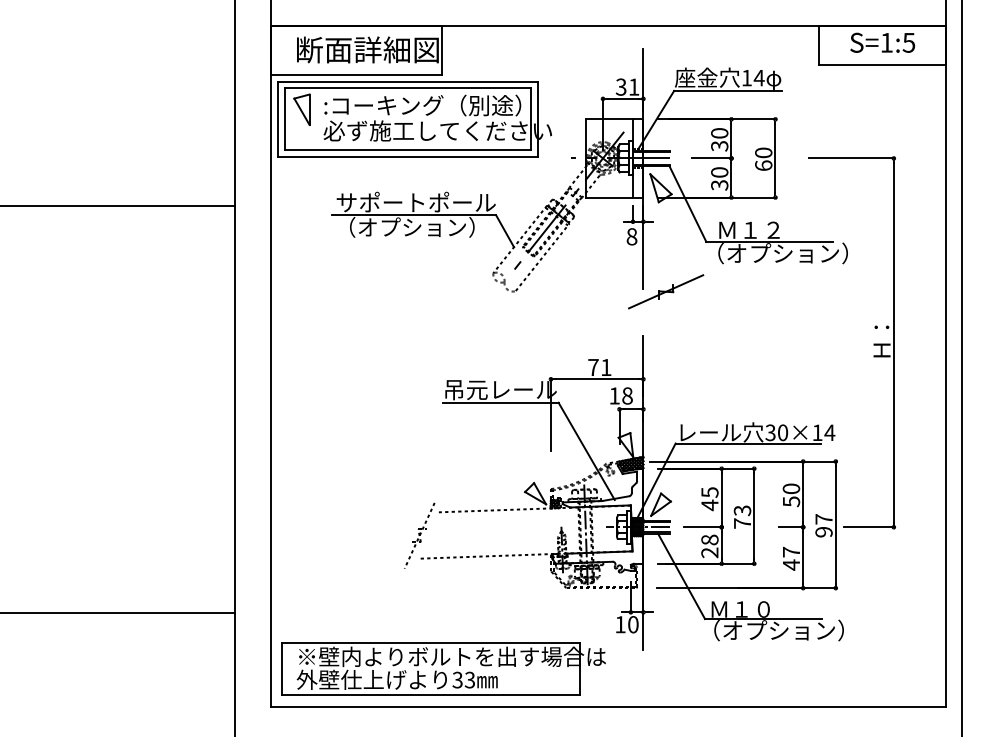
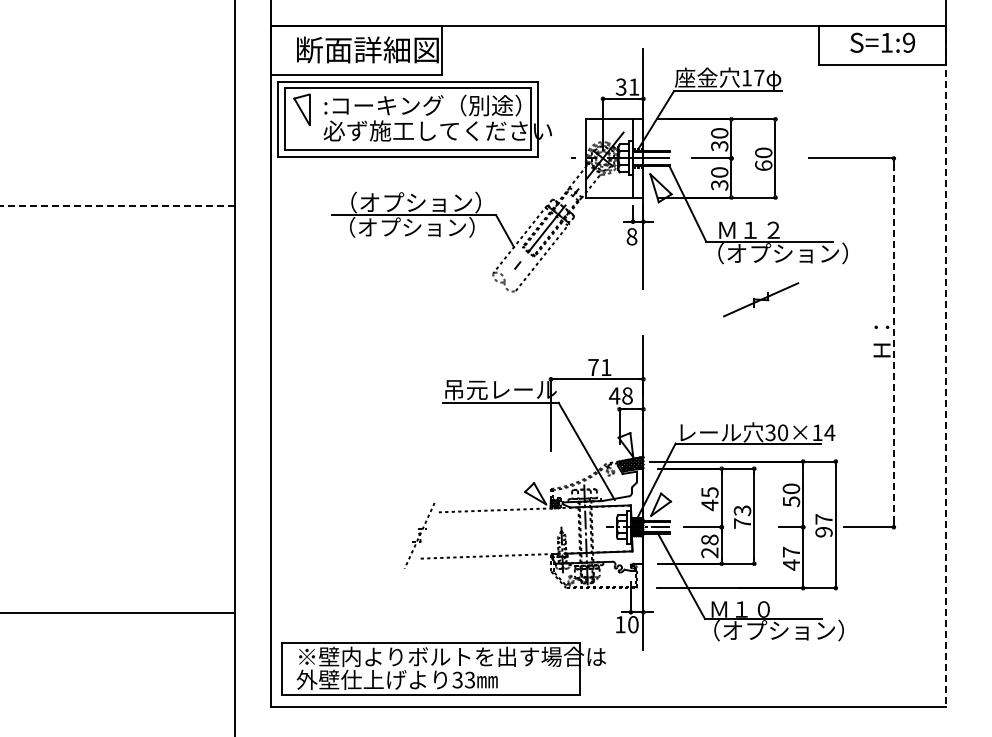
text at (908, 42): S=1:5 -> S=1:9
text at (758, 78): 14 -> 17
text at (415, 202): サポートポール -> （オプション）
line at (117, 205): solid -> dashed
part at (666, 291) position: (666, 291) -> (761, 299)
line at (893, 342): solid -> dashed
line at (945, 367): solid -> dashed
line at (962, 367): present -> none
text at (614, 395): 18 -> 48
